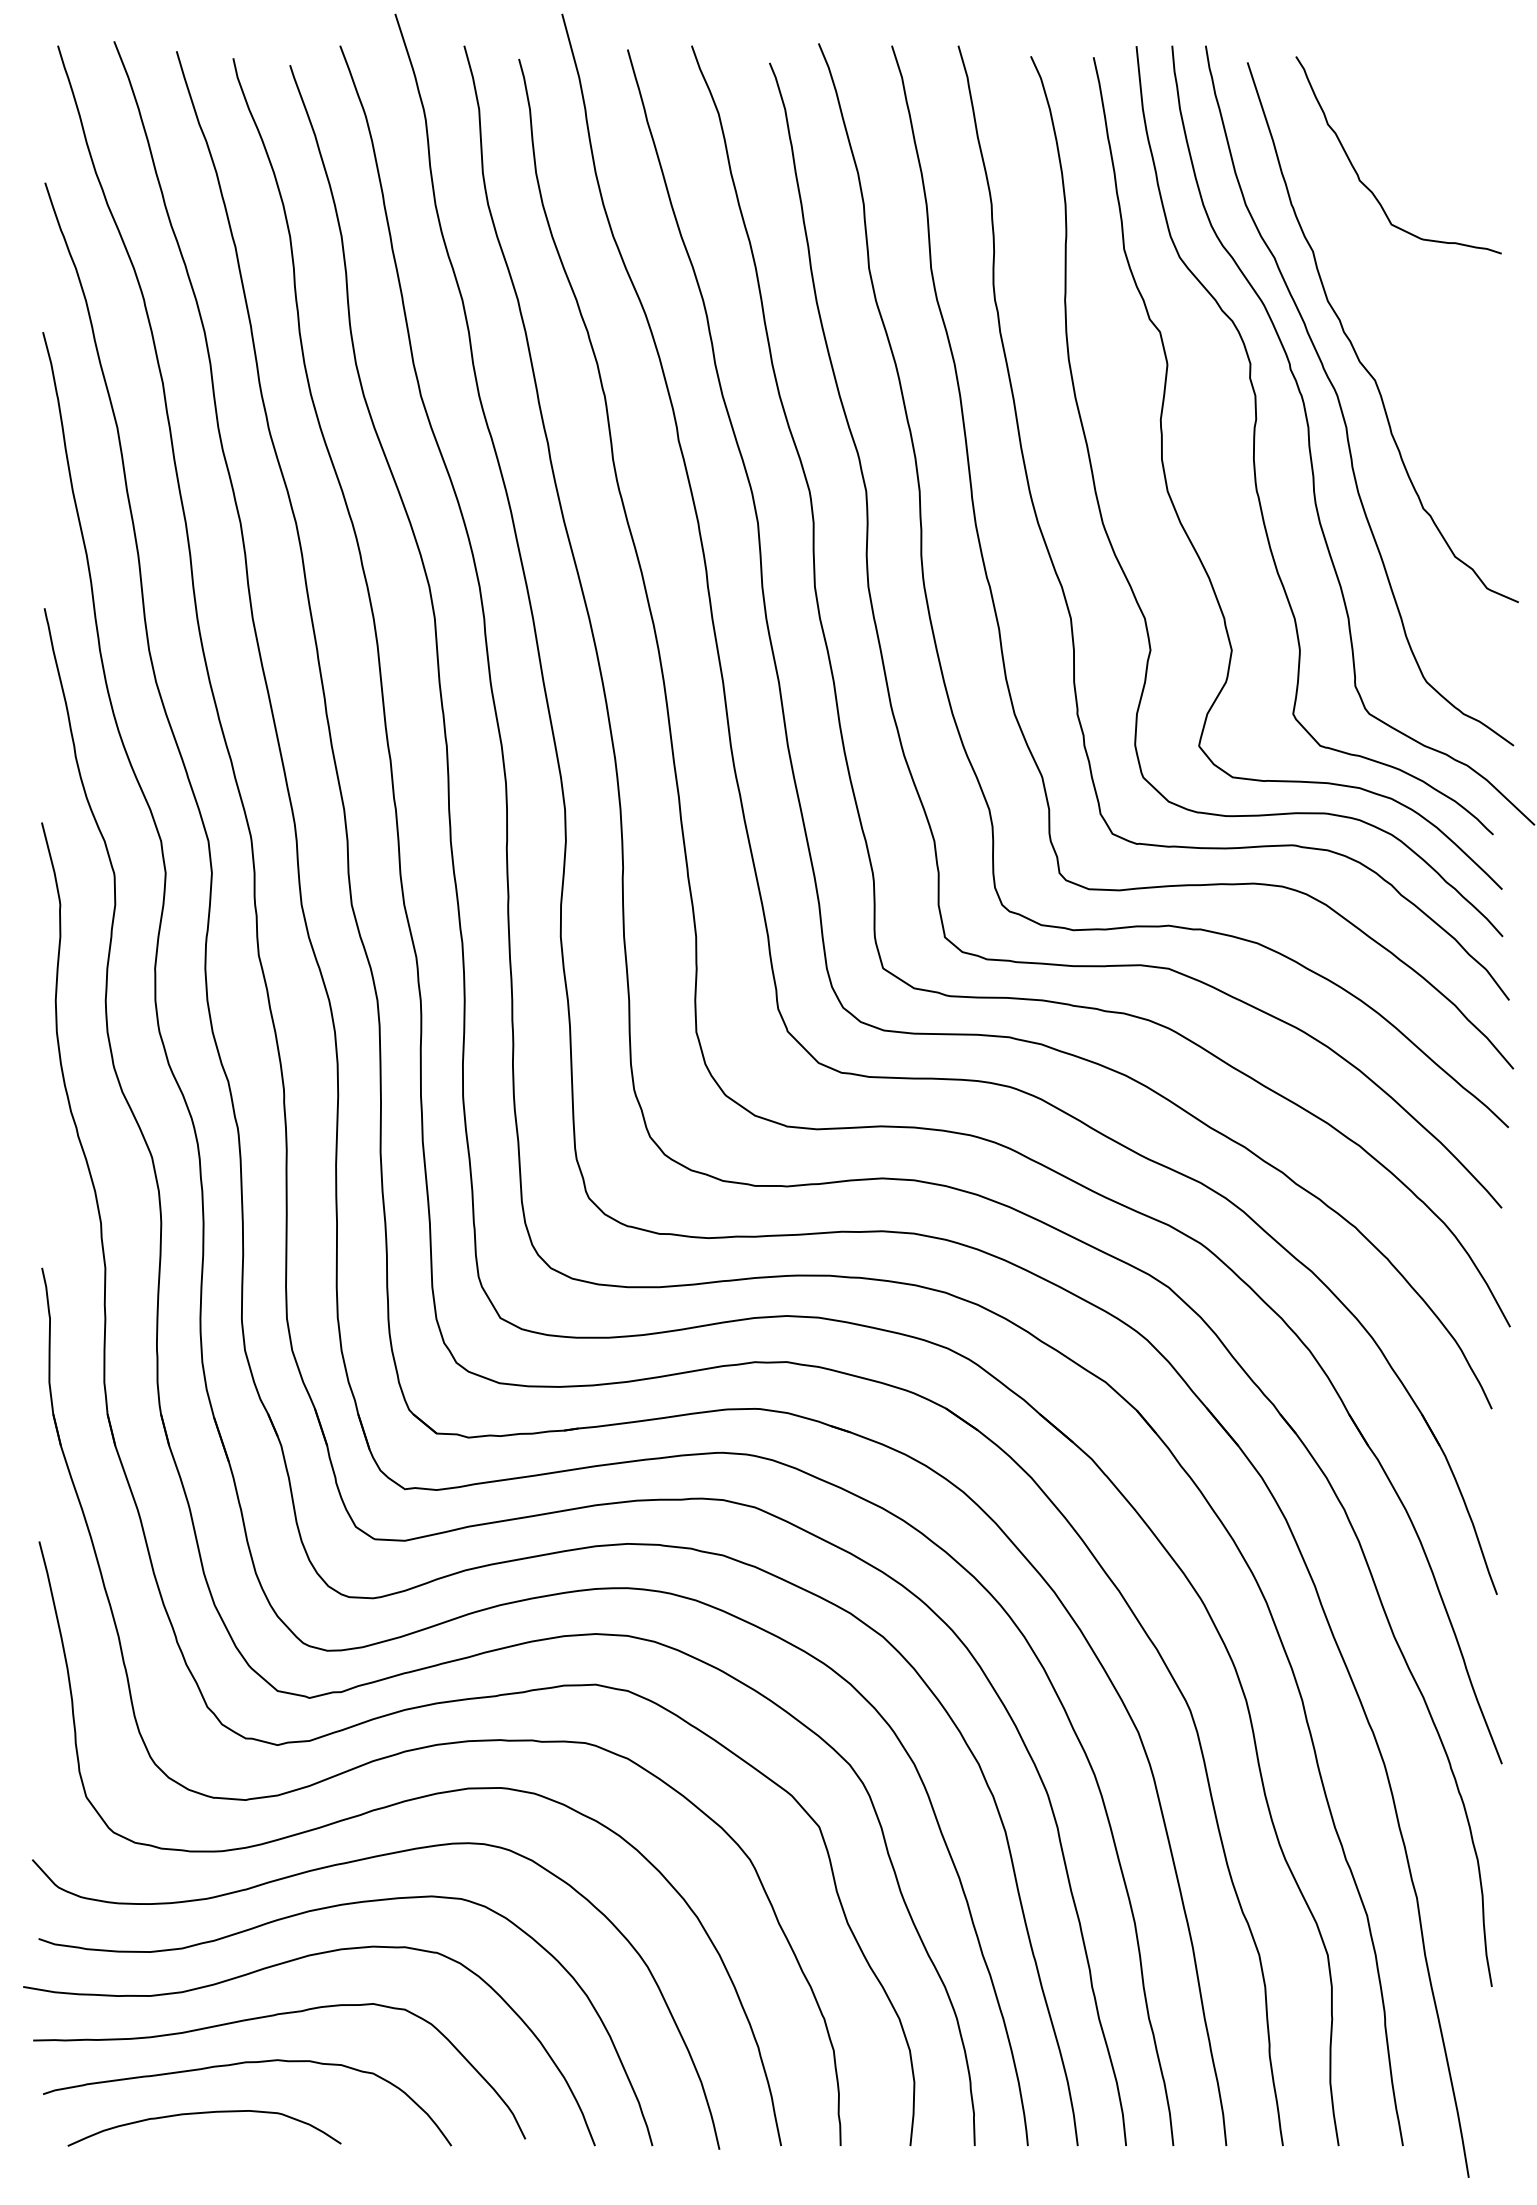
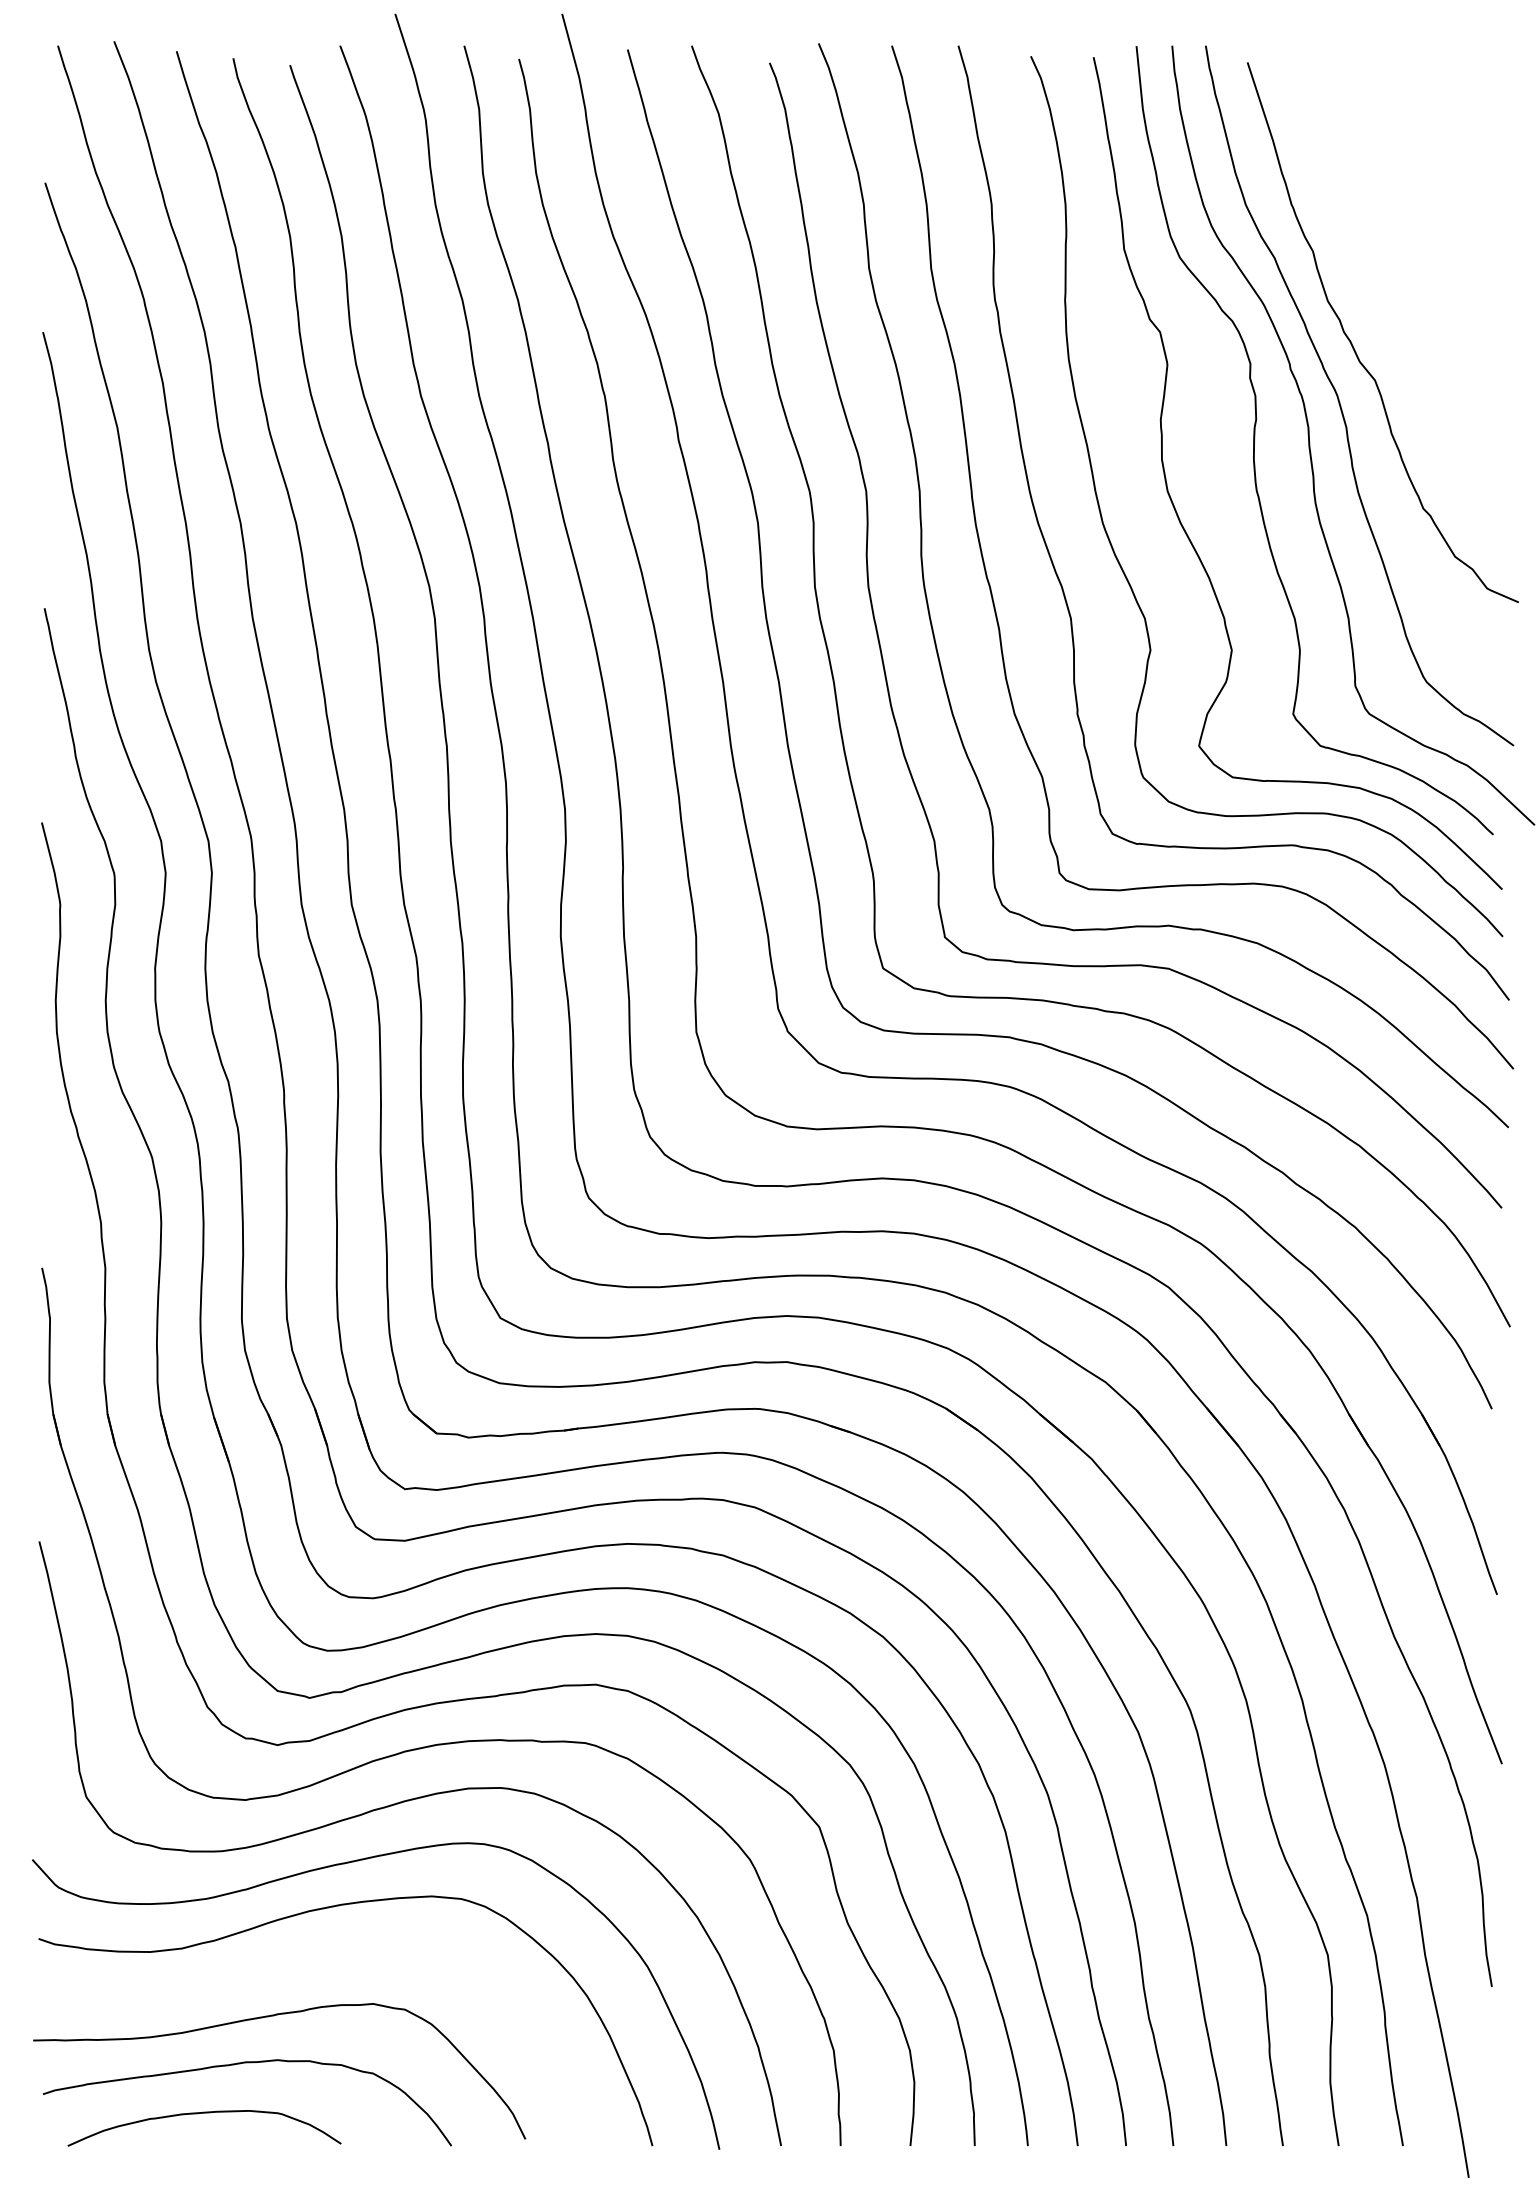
curve at (1367, 186): present -> none
curve at (289, 1962): present -> none
